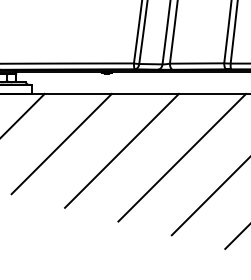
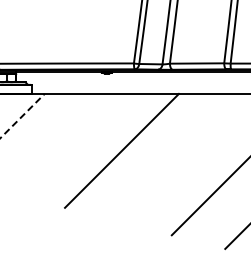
line at (22, 115): solid -> dashed
line at (61, 143): present -> none
line at (182, 157): present -> none
